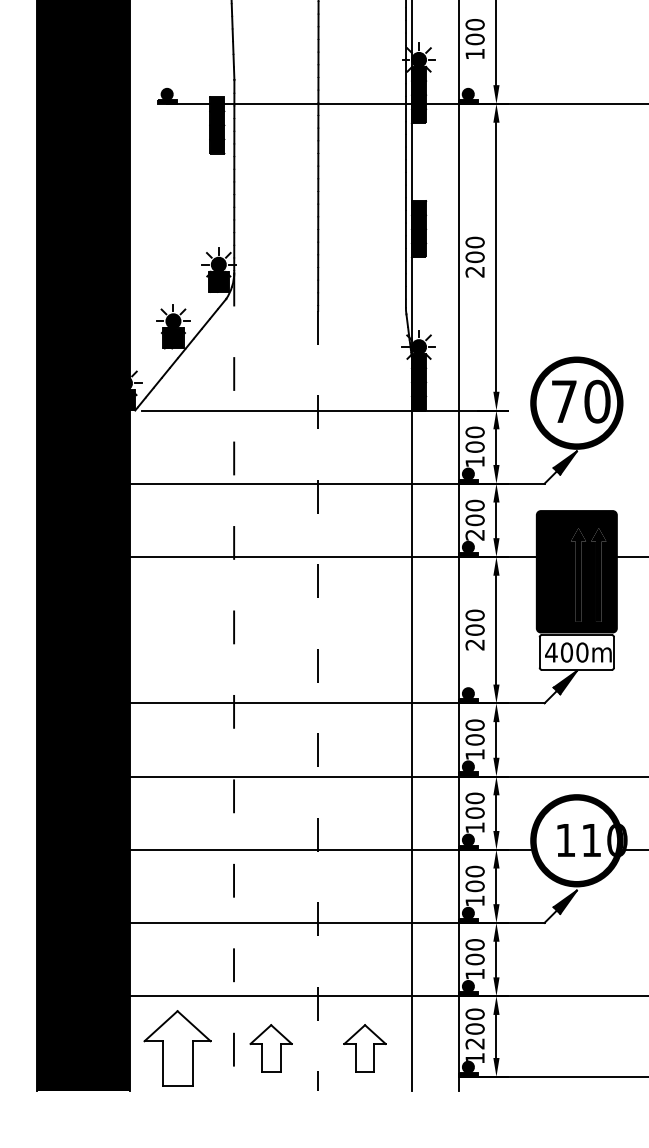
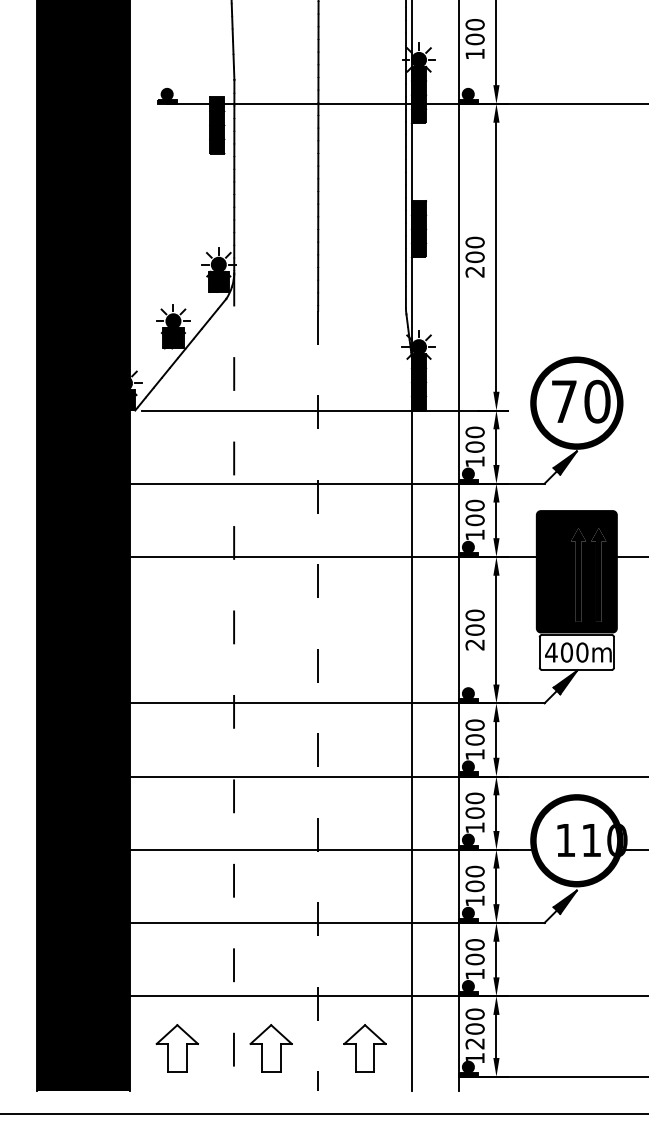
text at (474, 534): 200 -> 100
part at (177, 1048) size: 69x77 px -> 44x49 px
line at (323, 1113): none -> present
